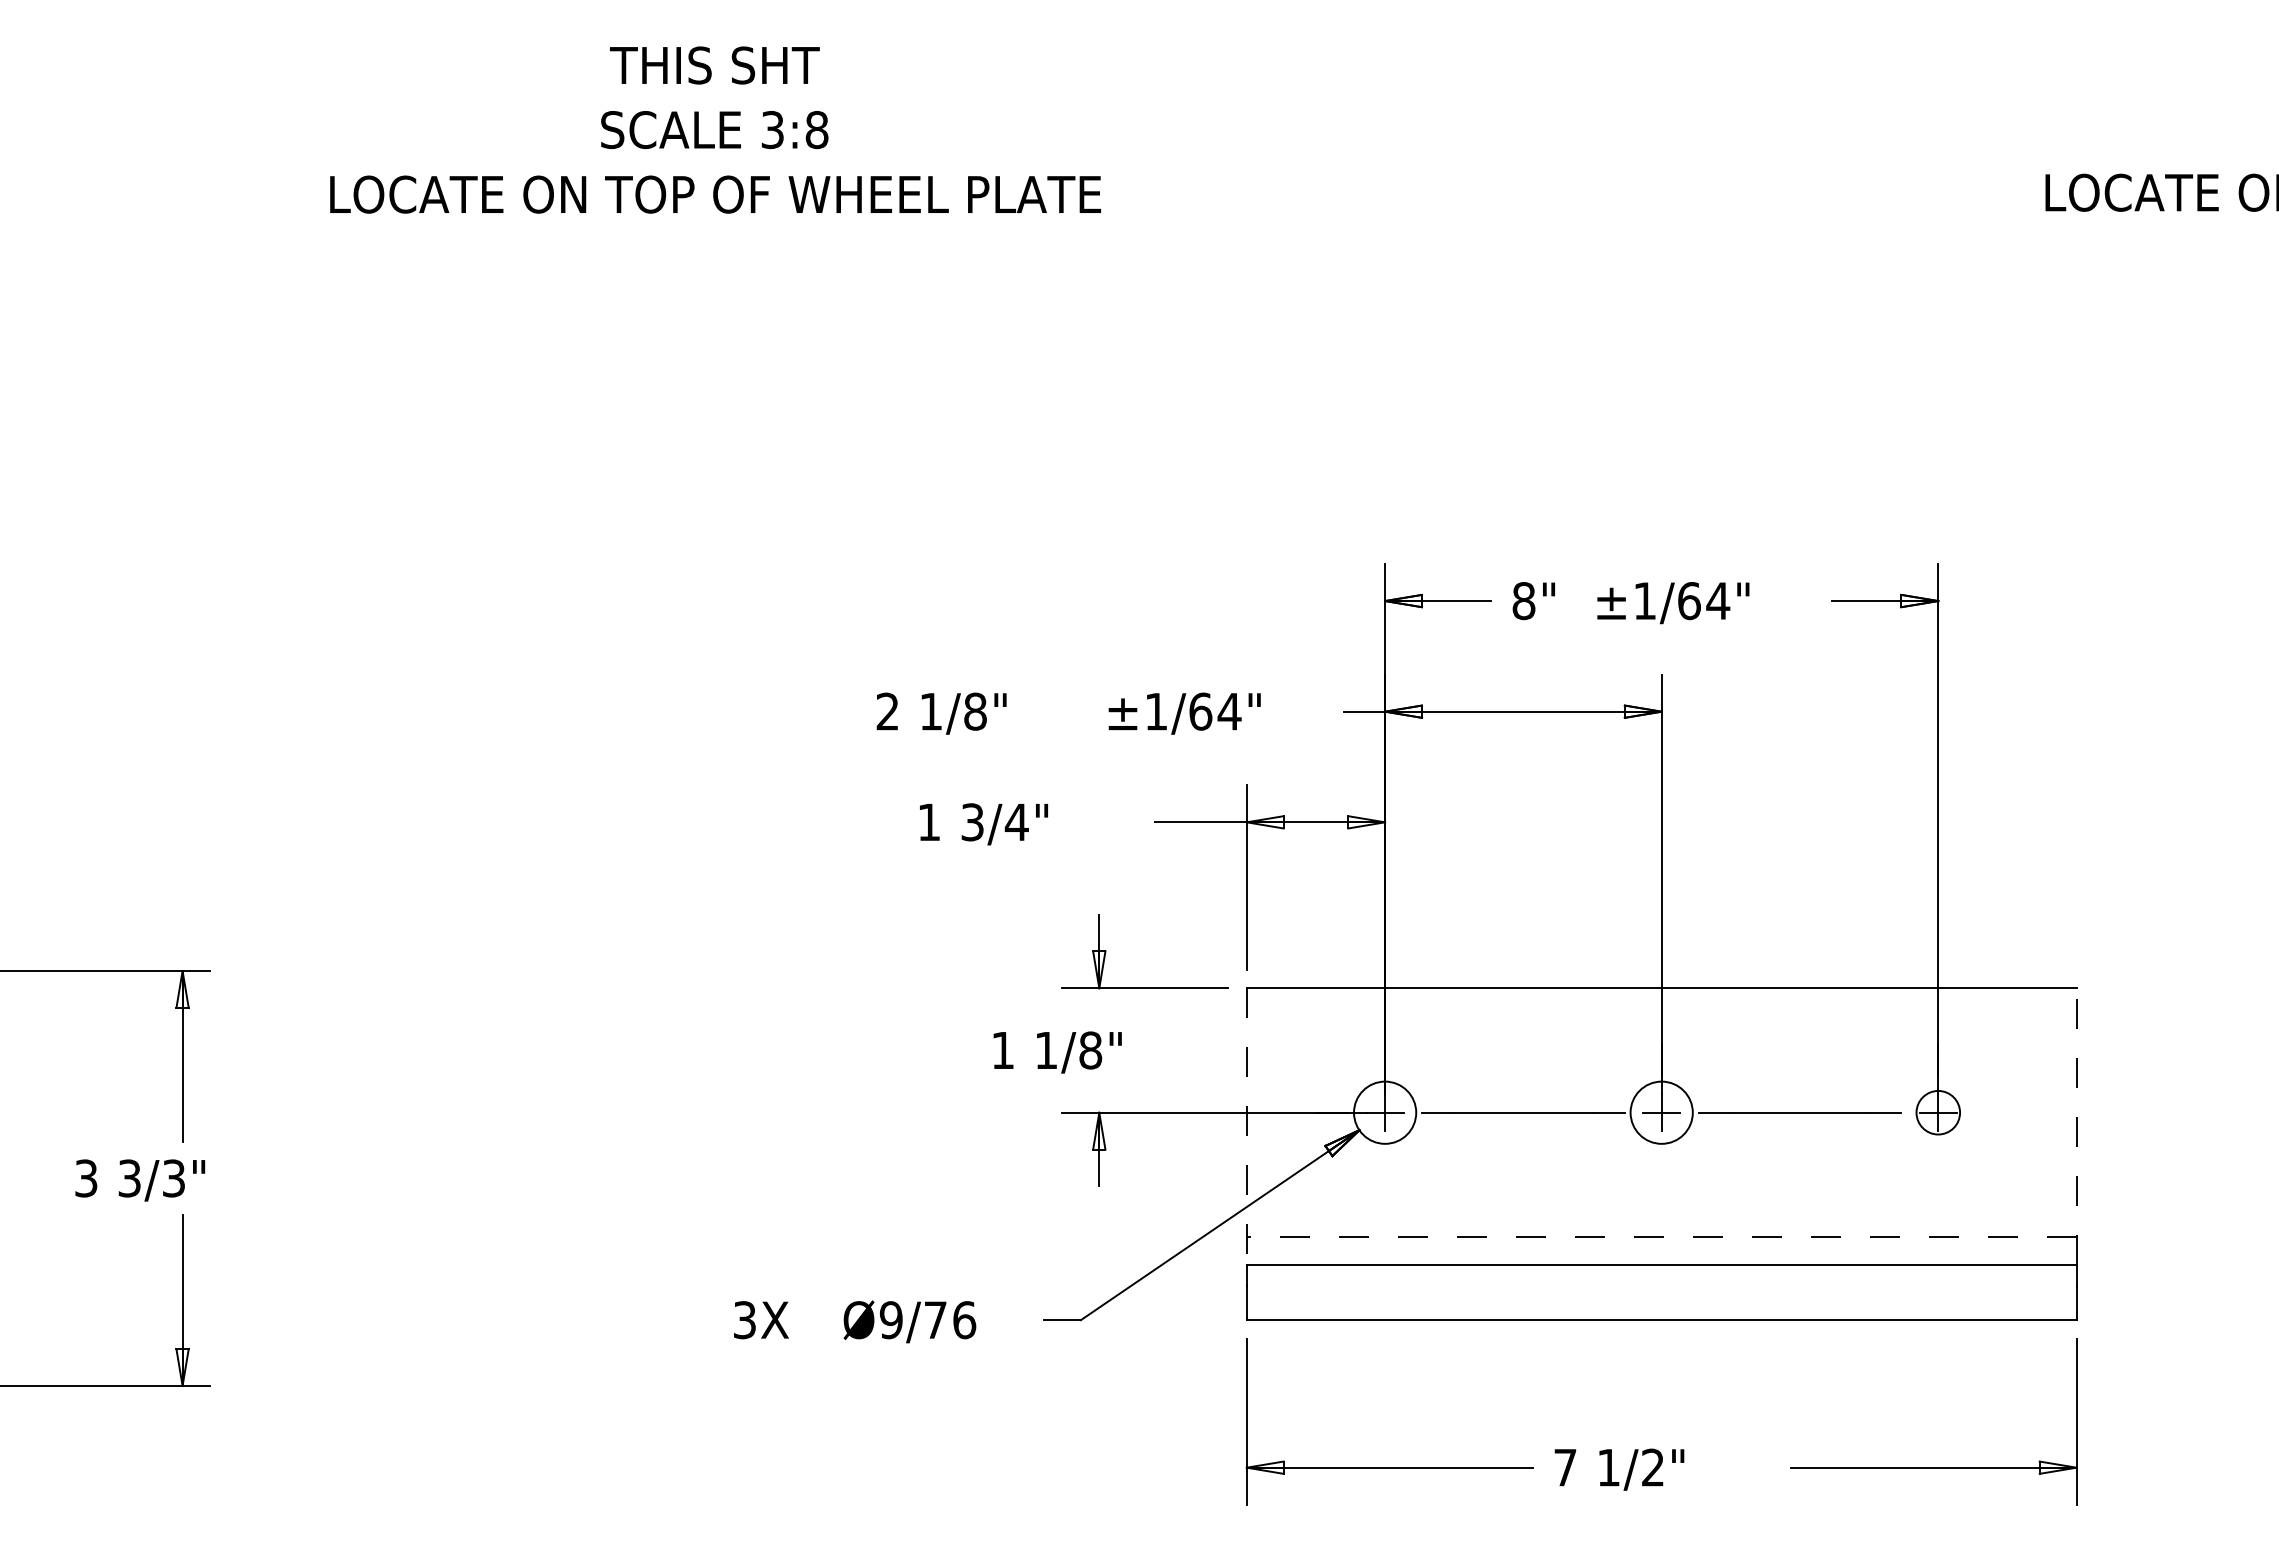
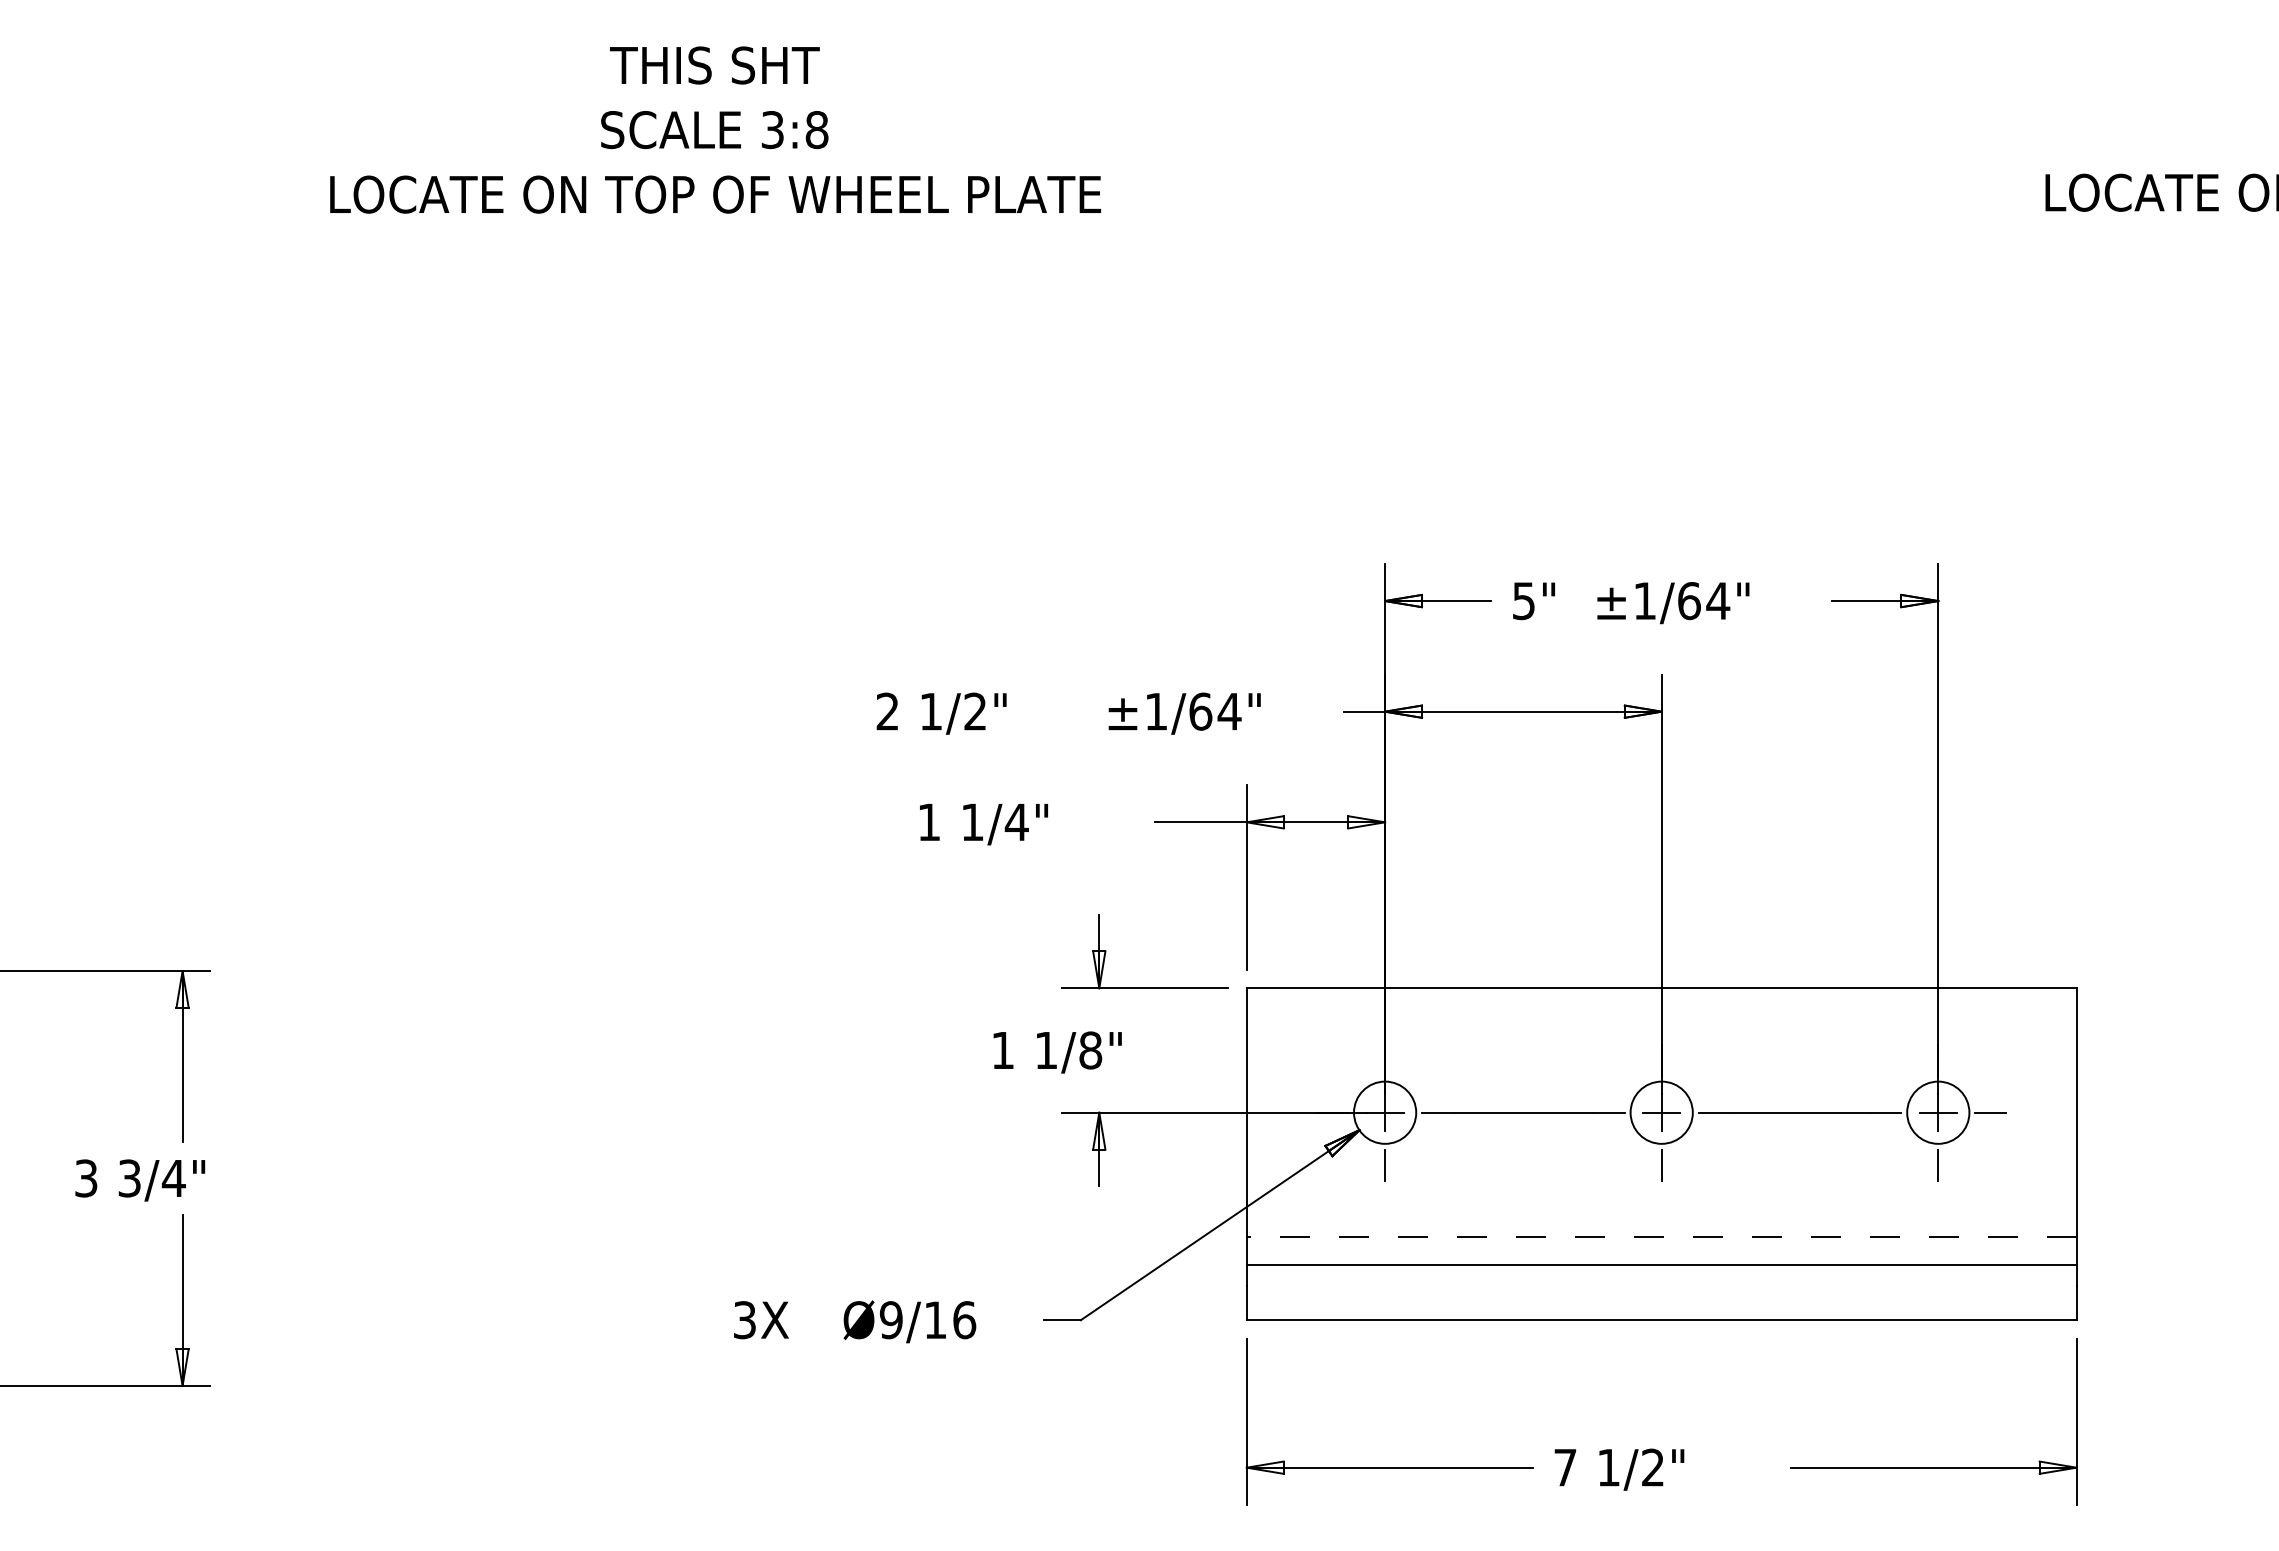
text at (1523, 601): 8" -> 5"
text at (975, 711): 1/8" -> 1/2"
text at (972, 822): 3/4" -> 1/4"
circle at (1938, 1112) diameter: 44 px -> 62 px
line at (1990, 1112): none -> present
line at (2076, 1126): dashed -> solid
line at (1246, 1127): dashed -> solid
line at (1385, 1164): none -> present
line at (1661, 1164): none -> present
line at (1938, 1164): none -> present
text at (173, 1178): 3/3" -> 3/4"
text at (935, 1319): Ø9/76 -> Ø9/16
